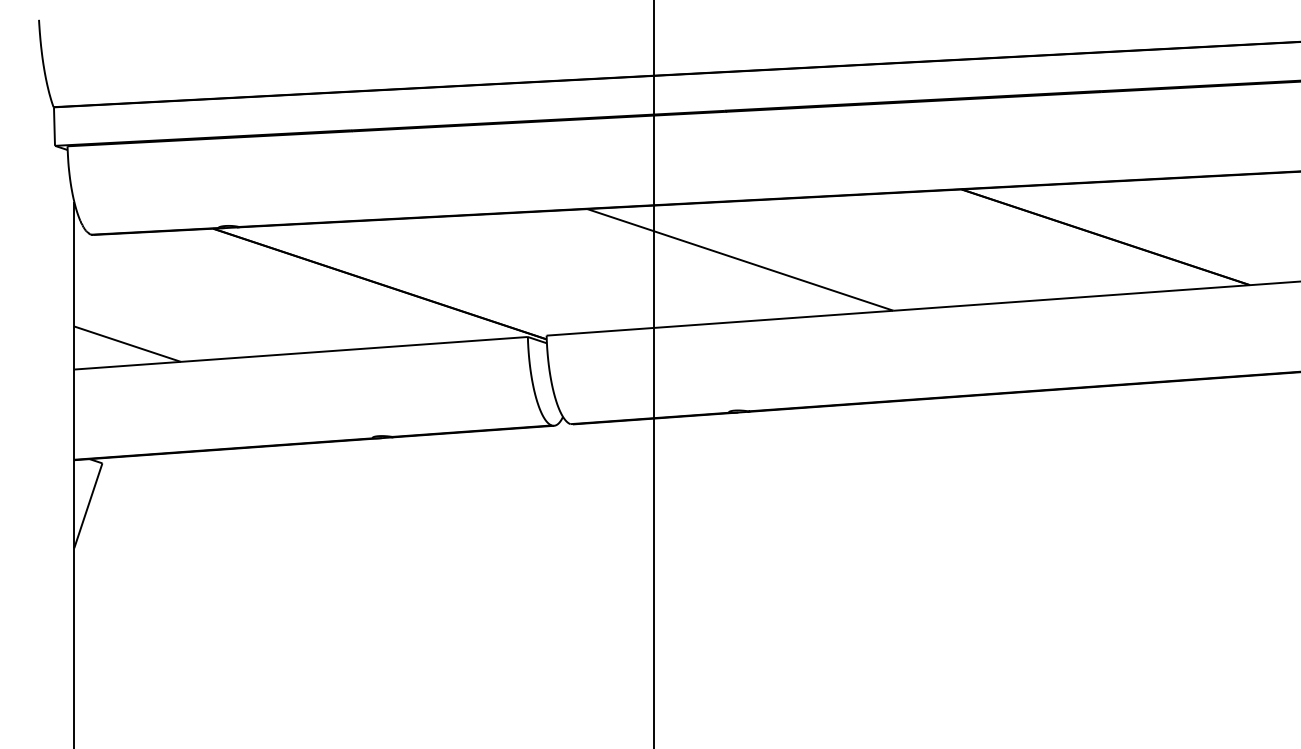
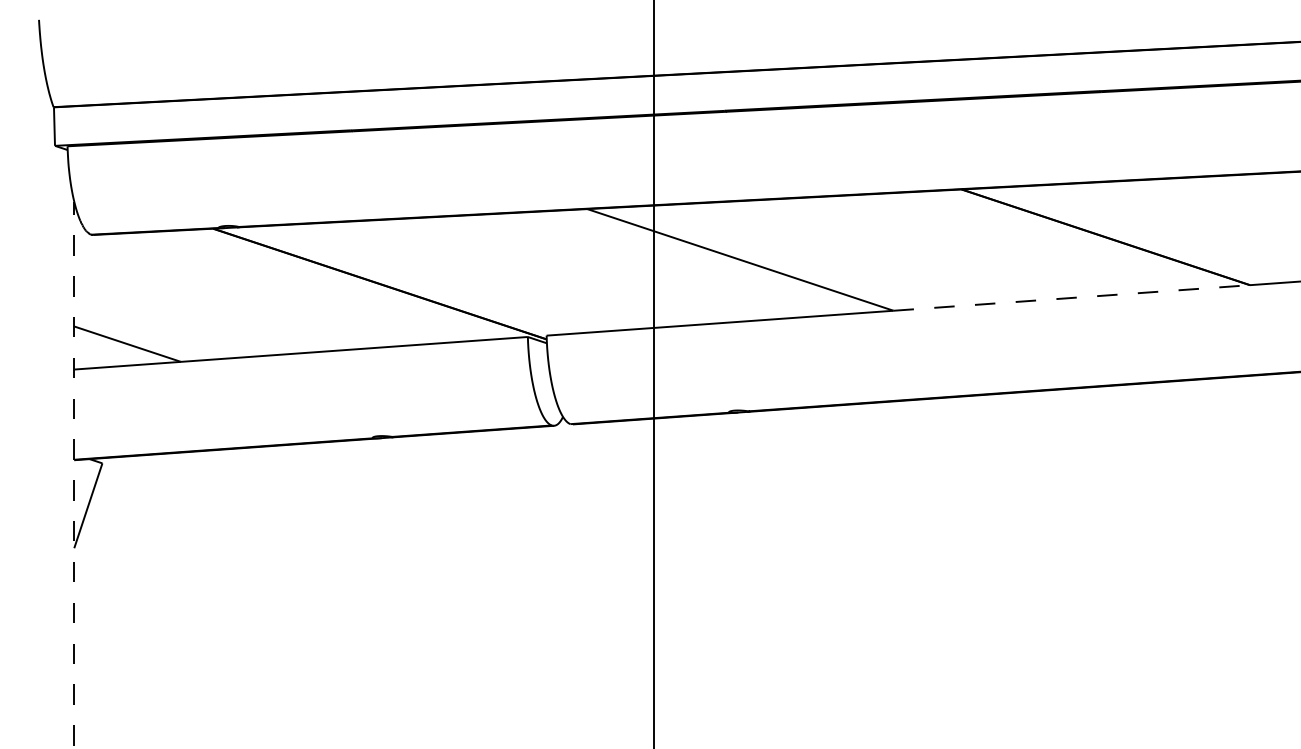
line at (1071, 297): solid -> dashed
line at (74, 474): solid -> dashed
